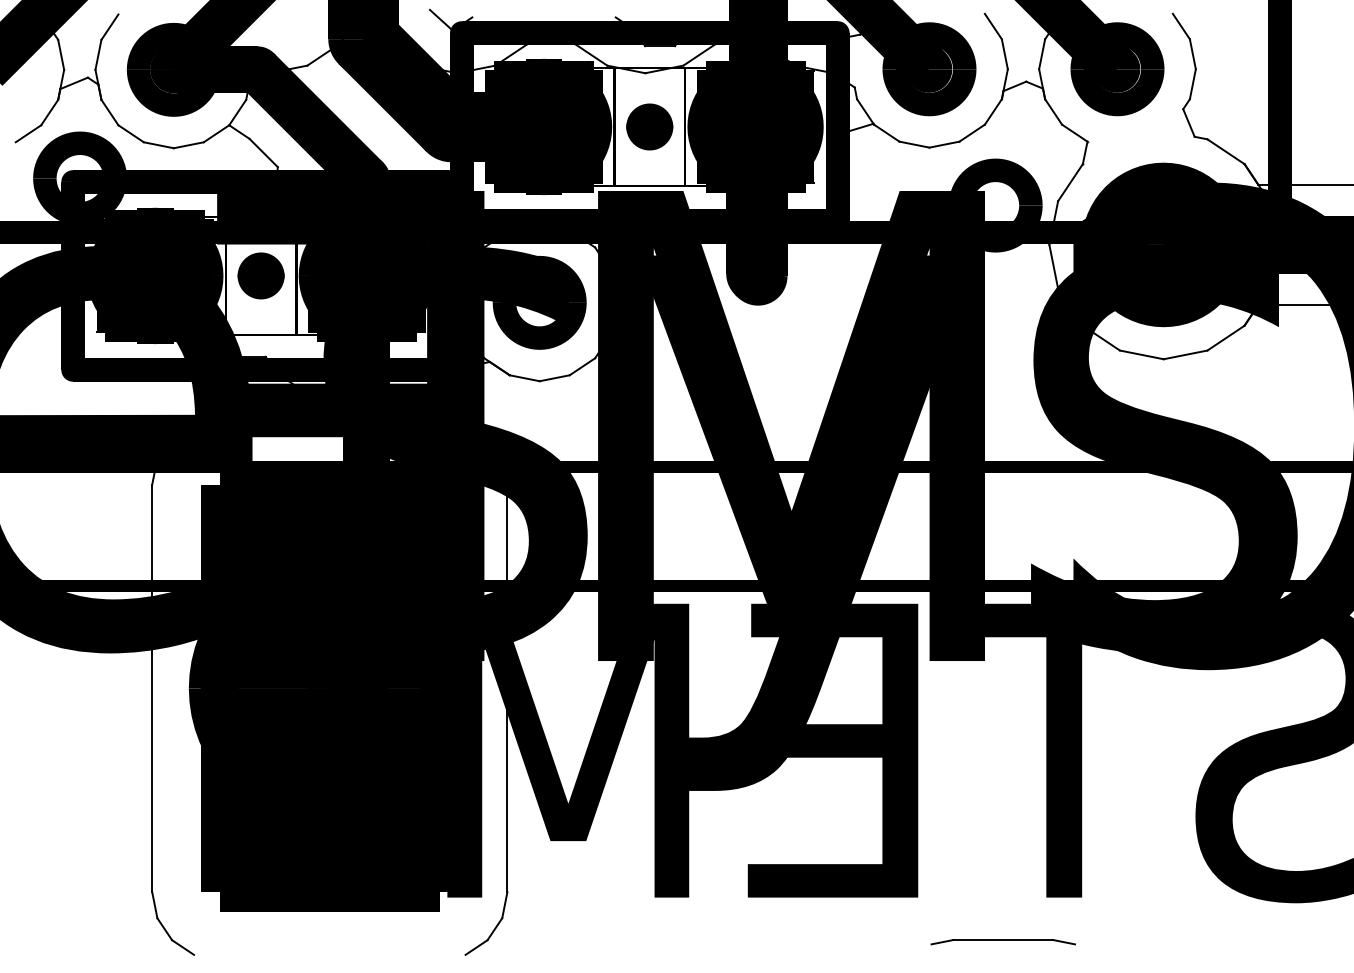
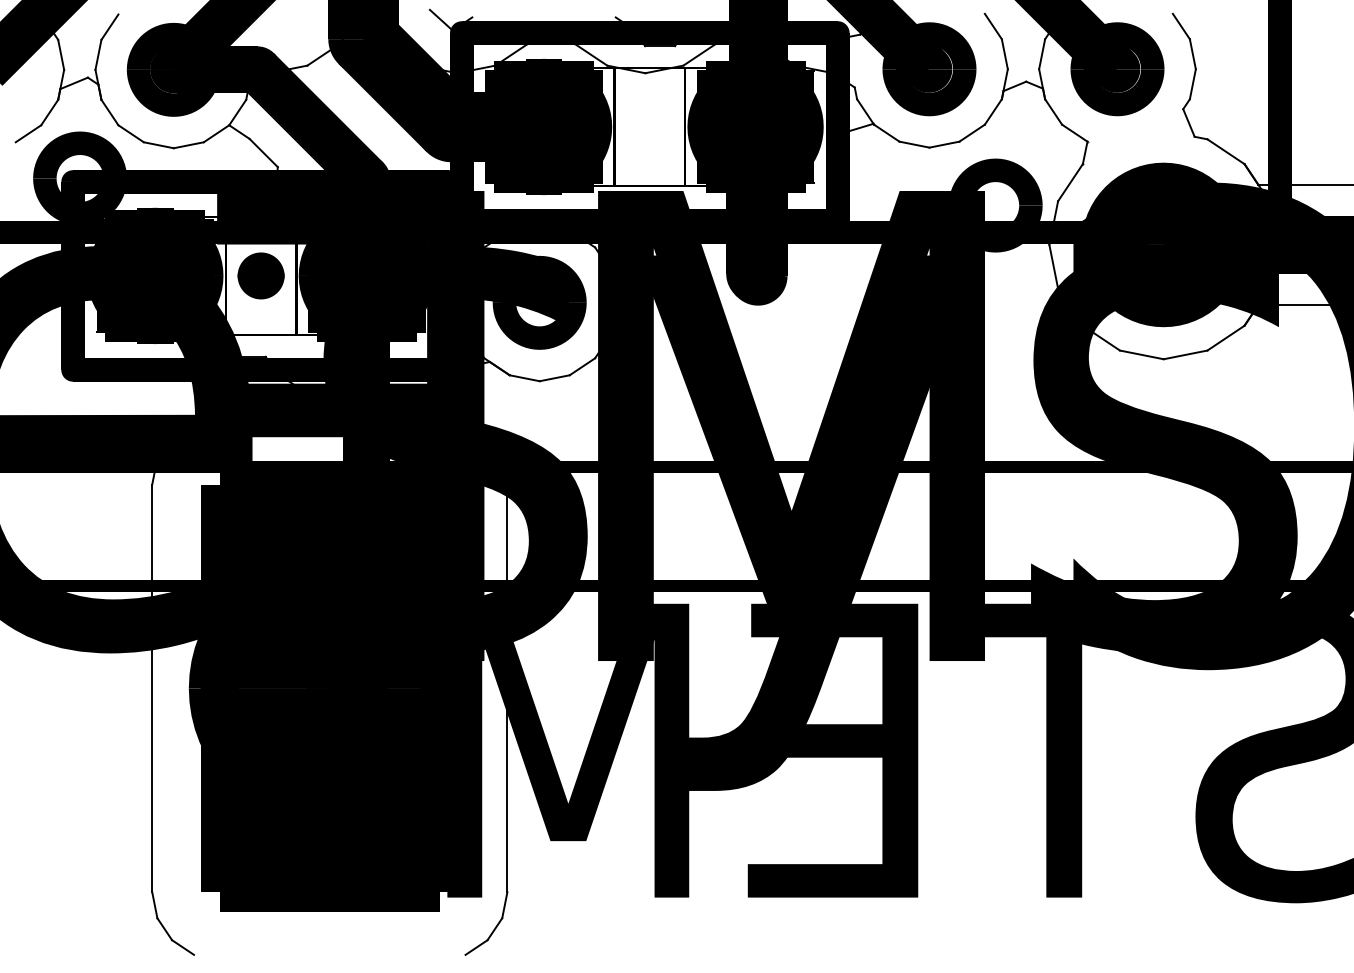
part at (649, 126): present -> none
part at (1002, 942): present -> none
